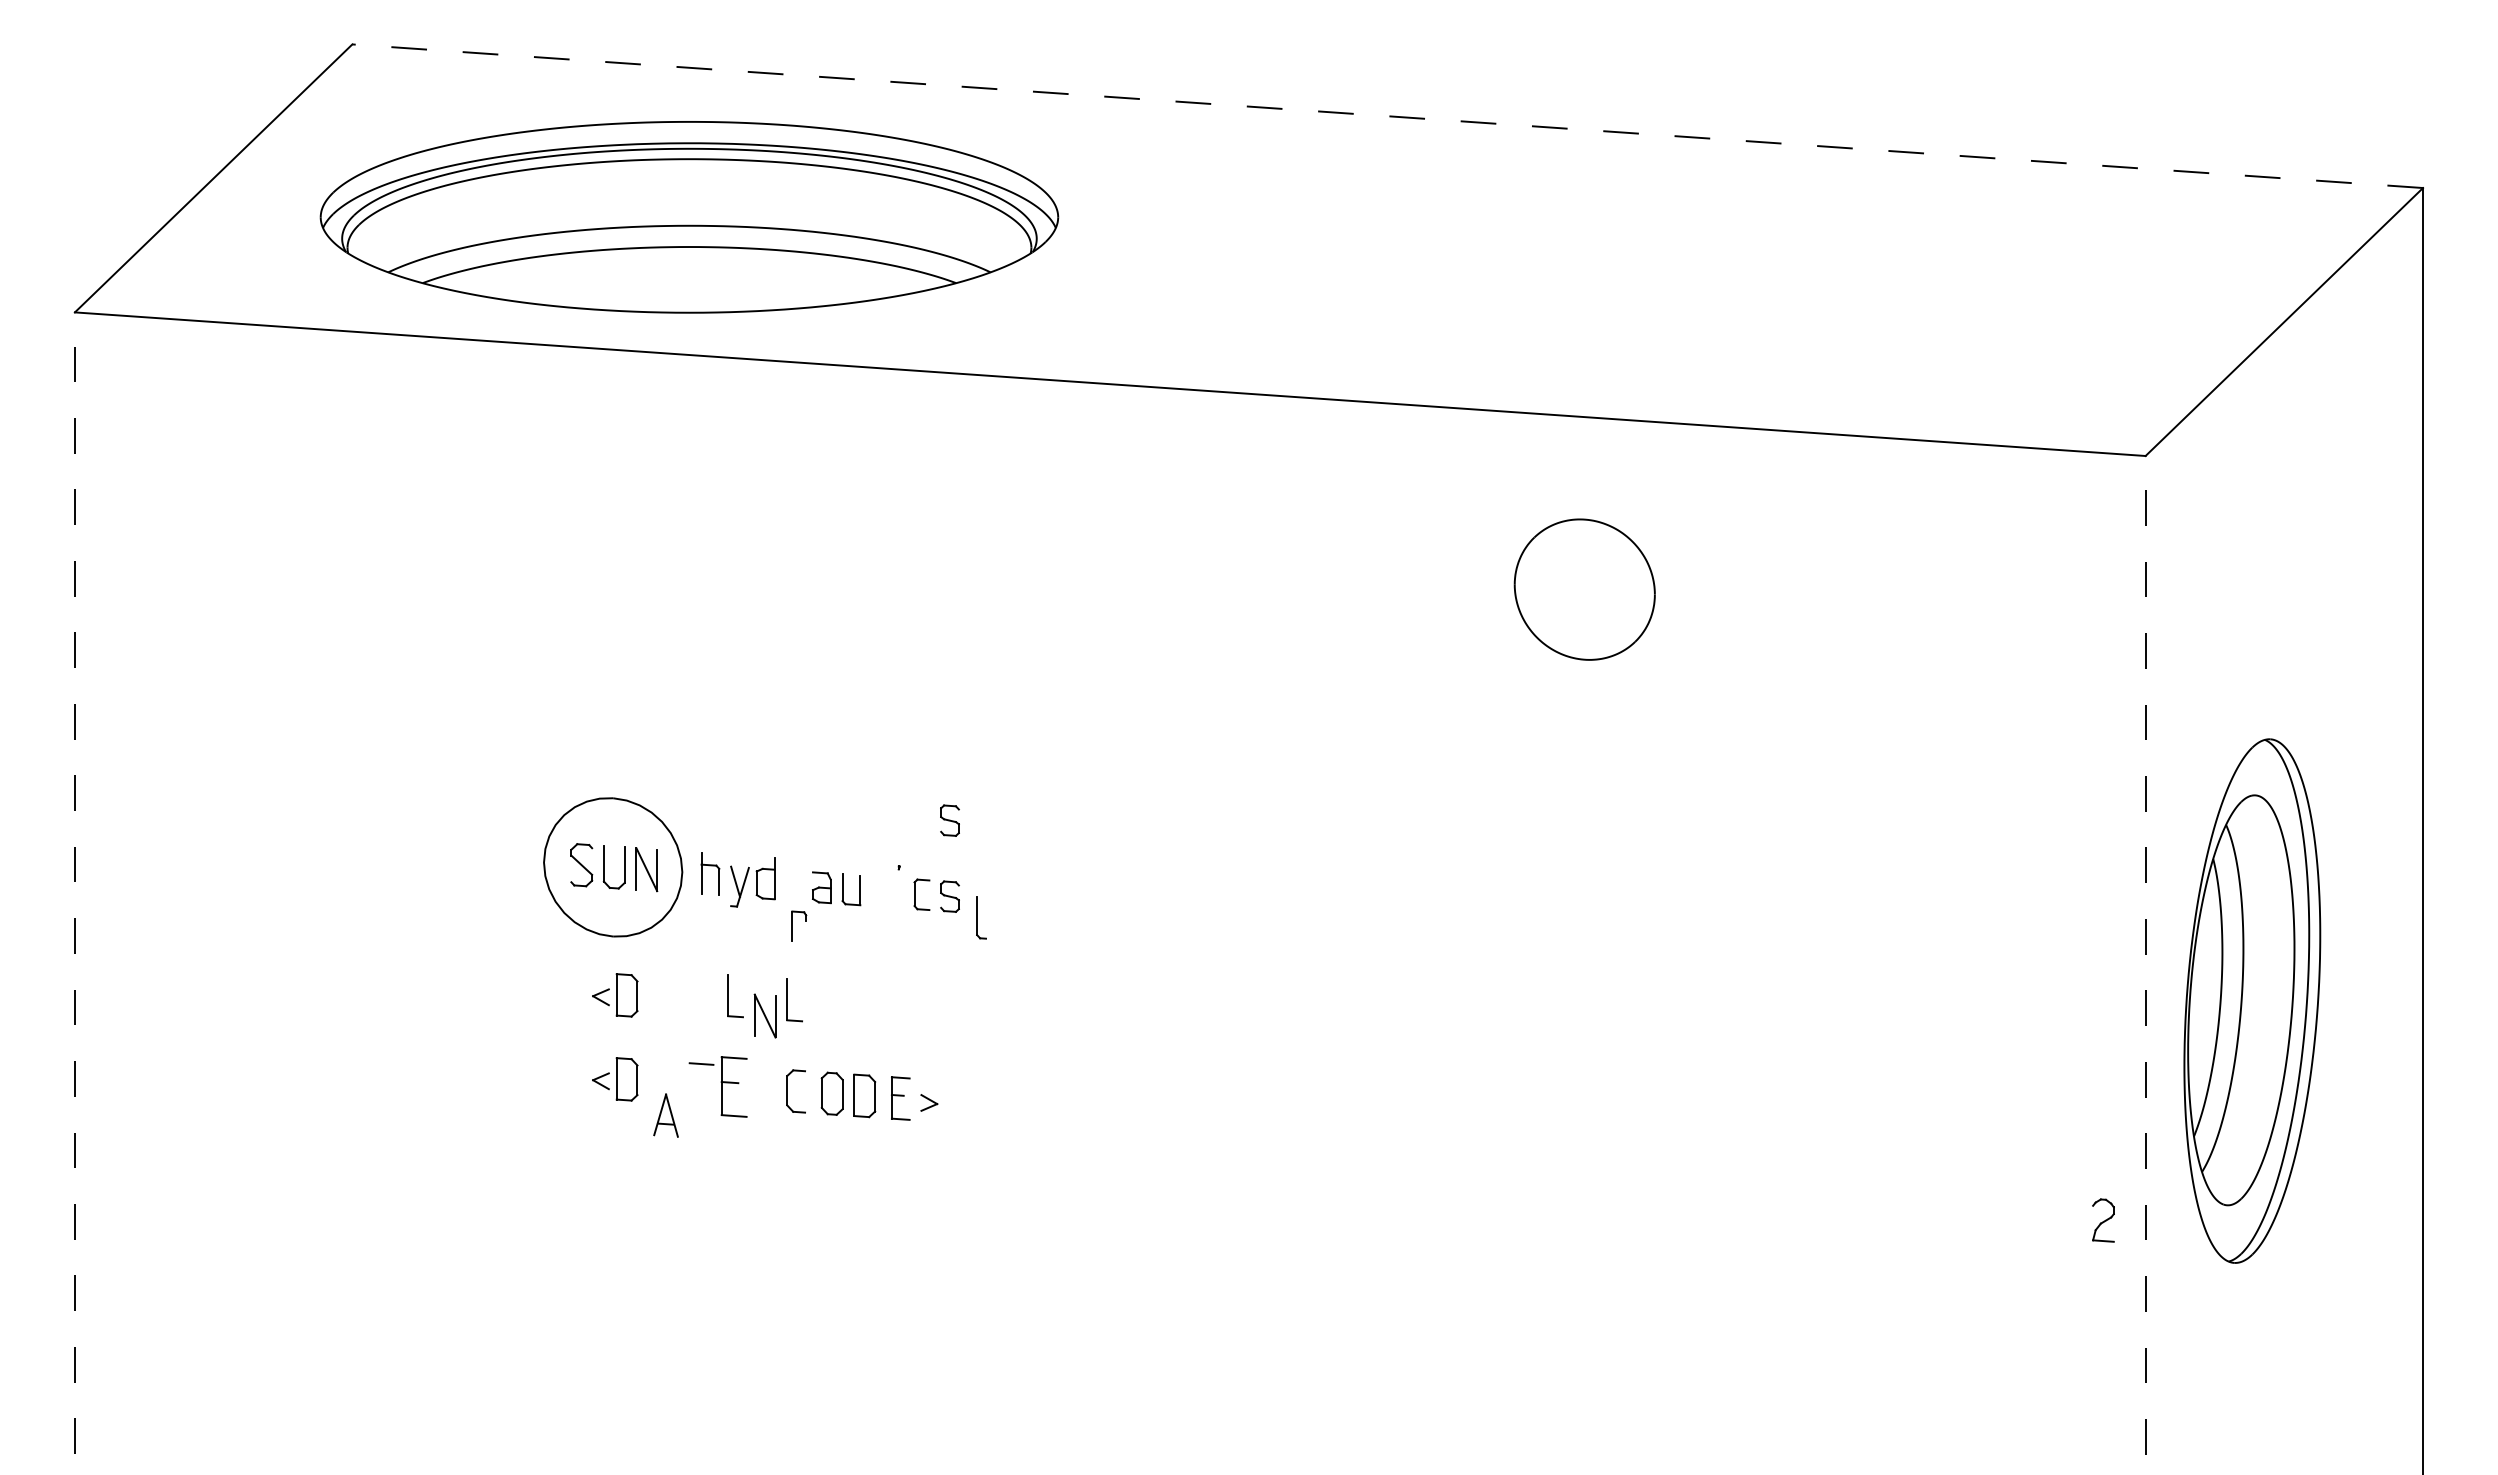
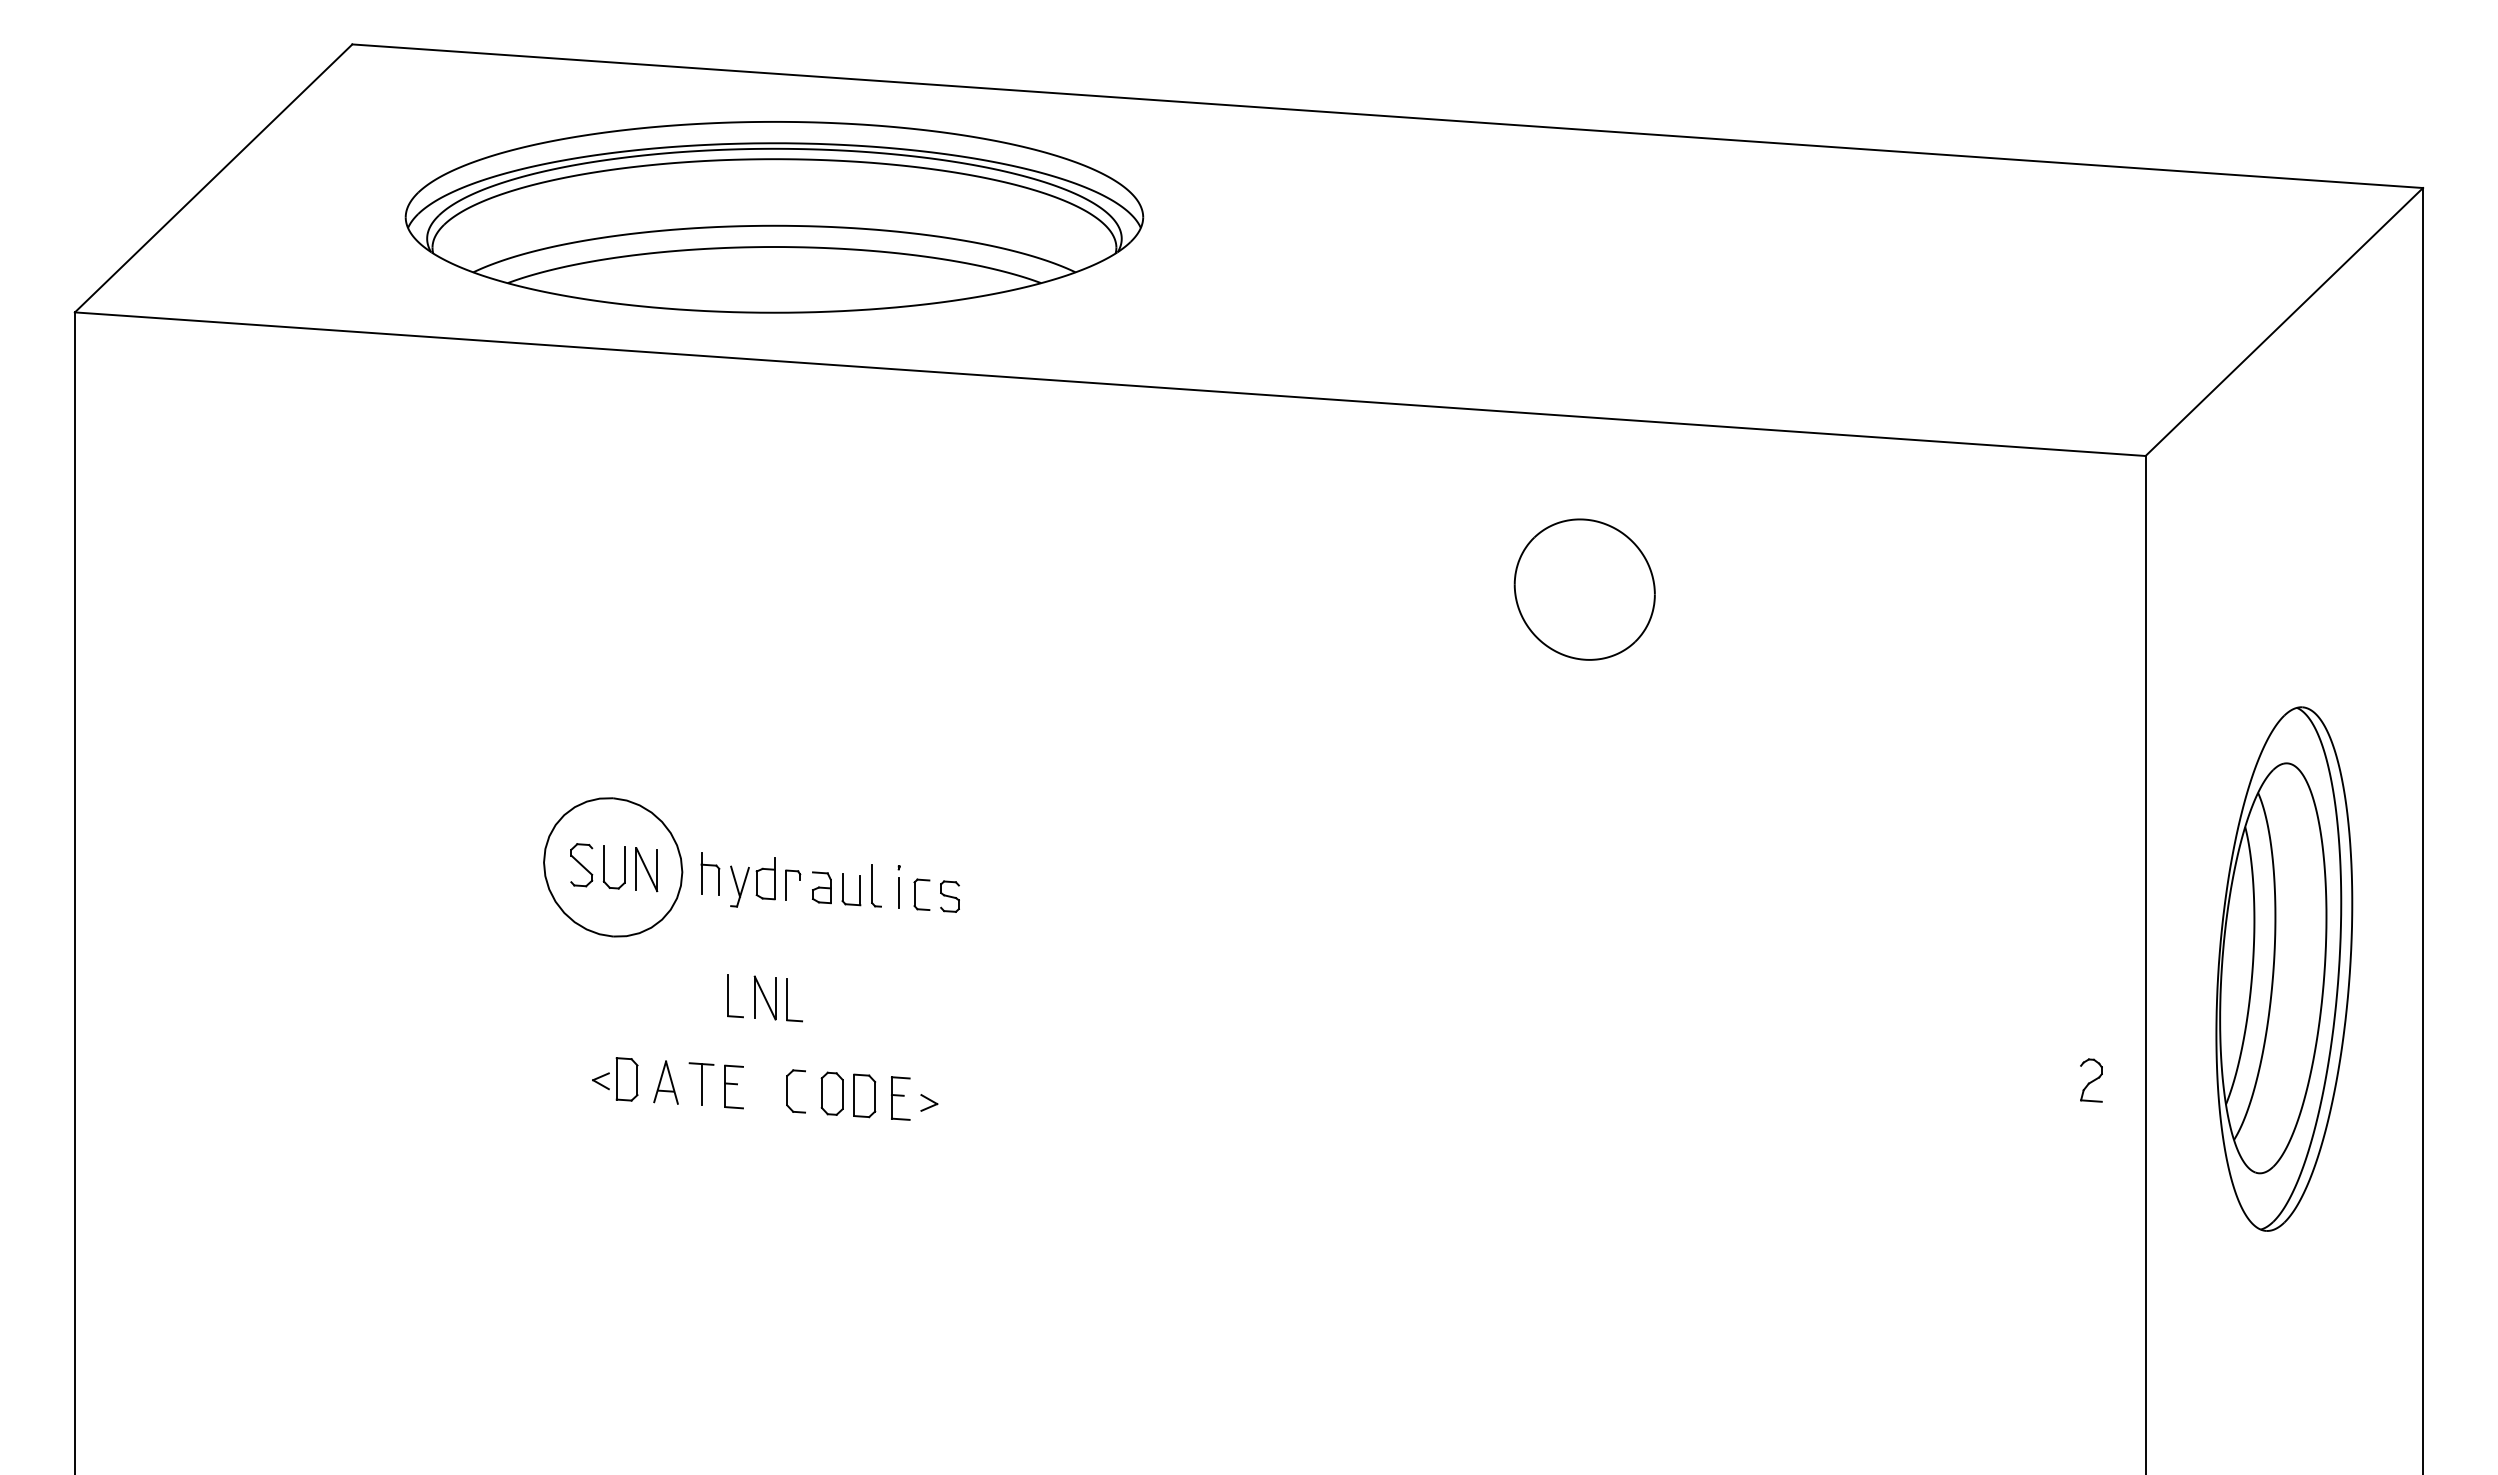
line at (1387, 116): dashed -> solid
part at (689, 217) position: (689, 217) -> (774, 217)
part at (949, 820): present -> none
line at (898, 892): none -> present
line at (74, 893): dashed -> solid
part at (981, 917) position: (981, 917) -> (876, 885)
part at (792, 925) position: (792, 925) -> (786, 884)
line at (2145, 964): dashed -> solid
part at (615, 995): present -> none
part at (2252, 1000) position: (2252, 1000) -> (2284, 968)
part at (764, 1015) position: (764, 1015) -> (764, 997)
line at (701, 1084): none -> present
part at (733, 1086) size: 28x62 px -> 20x46 px
part at (665, 1115) position: (665, 1115) -> (665, 1082)
part at (2103, 1220) position: (2103, 1220) -> (2091, 1080)
